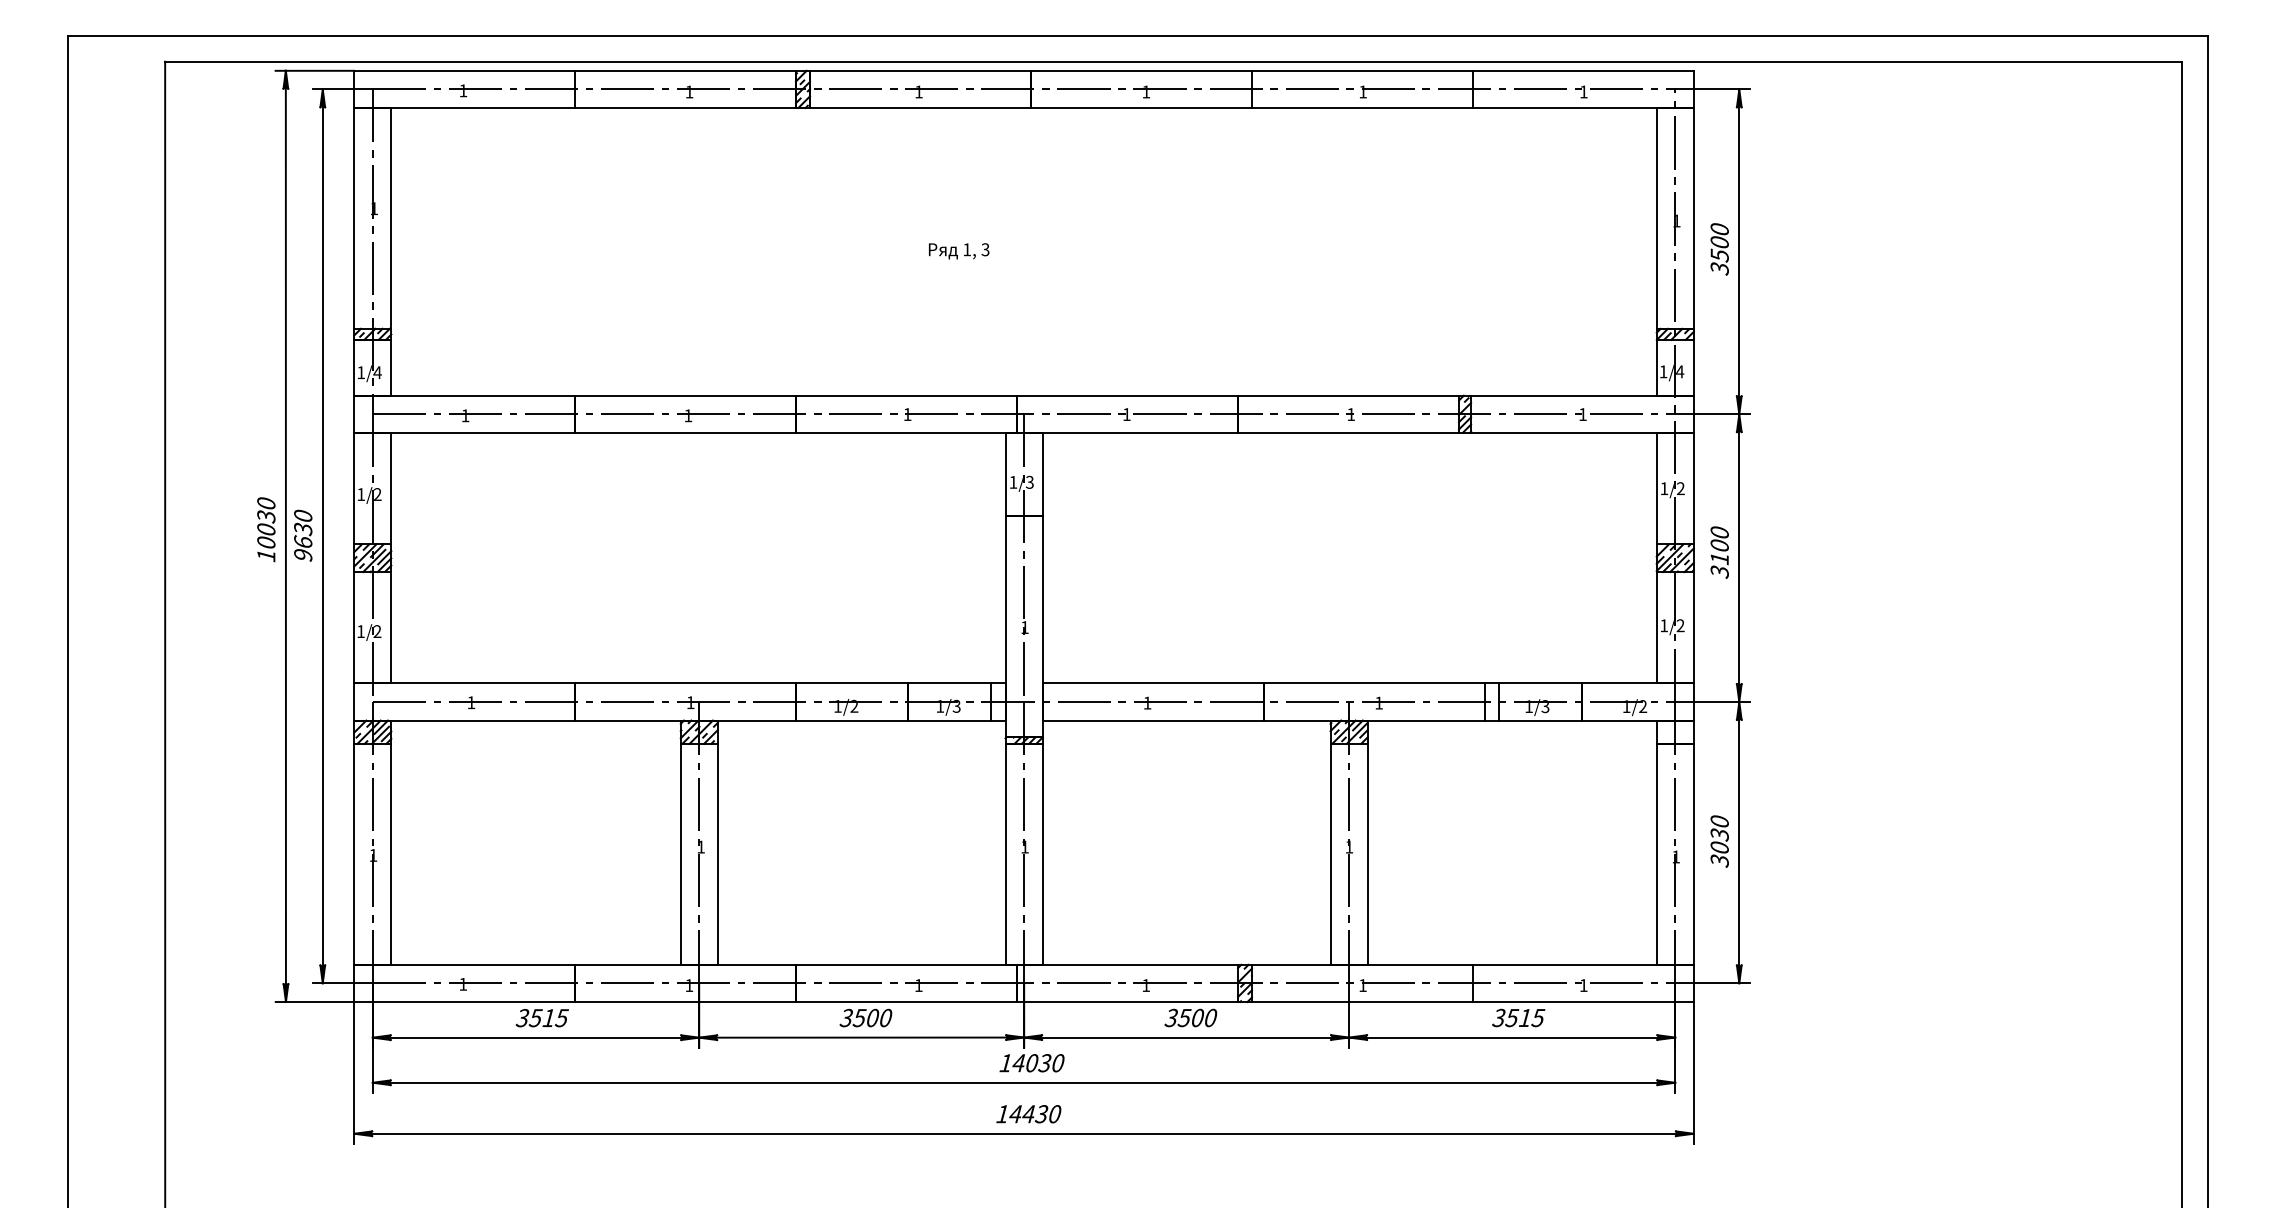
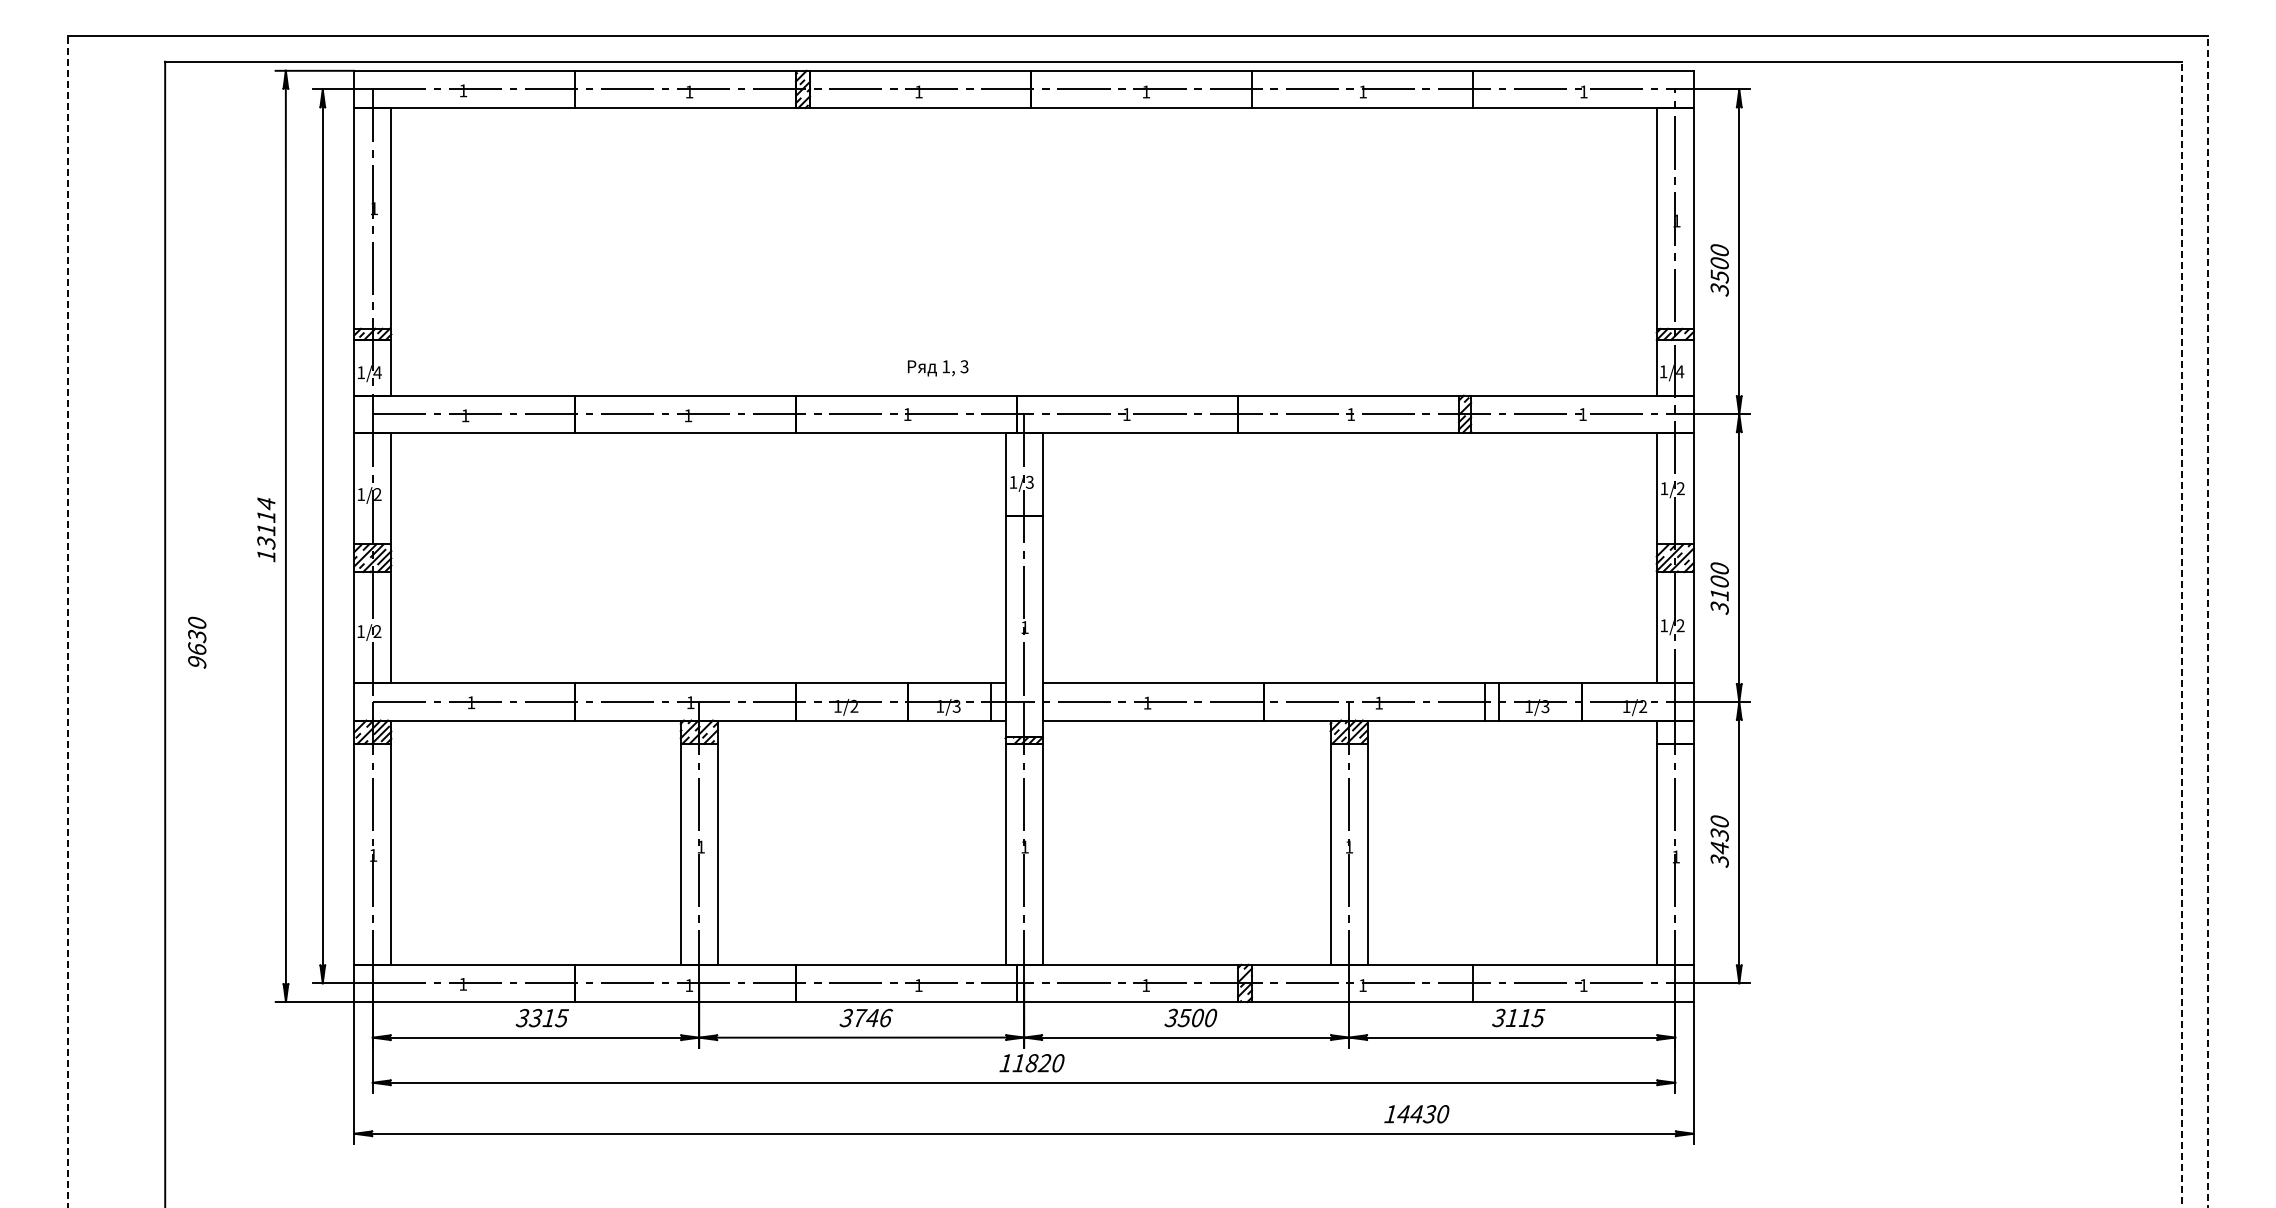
text at (1719, 249) position: (1719, 249) -> (1719, 270)
text at (959, 251) position: (959, 251) -> (938, 368)
text at (266, 523): 10030 -> 13114
text at (303, 535) position: (303, 535) -> (197, 642)
text at (1719, 552) position: (1719, 552) -> (1719, 588)
line at (68, 622): solid -> dashed
line at (2207, 622): solid -> dashed
line at (2182, 634): solid -> dashed
text at (1719, 847): 3030 -> 3430
text at (537, 1017): 3515 -> 3315
text at (872, 1017): 3500 -> 3746
text at (1512, 1018): 3515 -> 3115
text at (1031, 1063): 14030 -> 11820
text at (1028, 1114) position: (1028, 1114) -> (1416, 1114)
